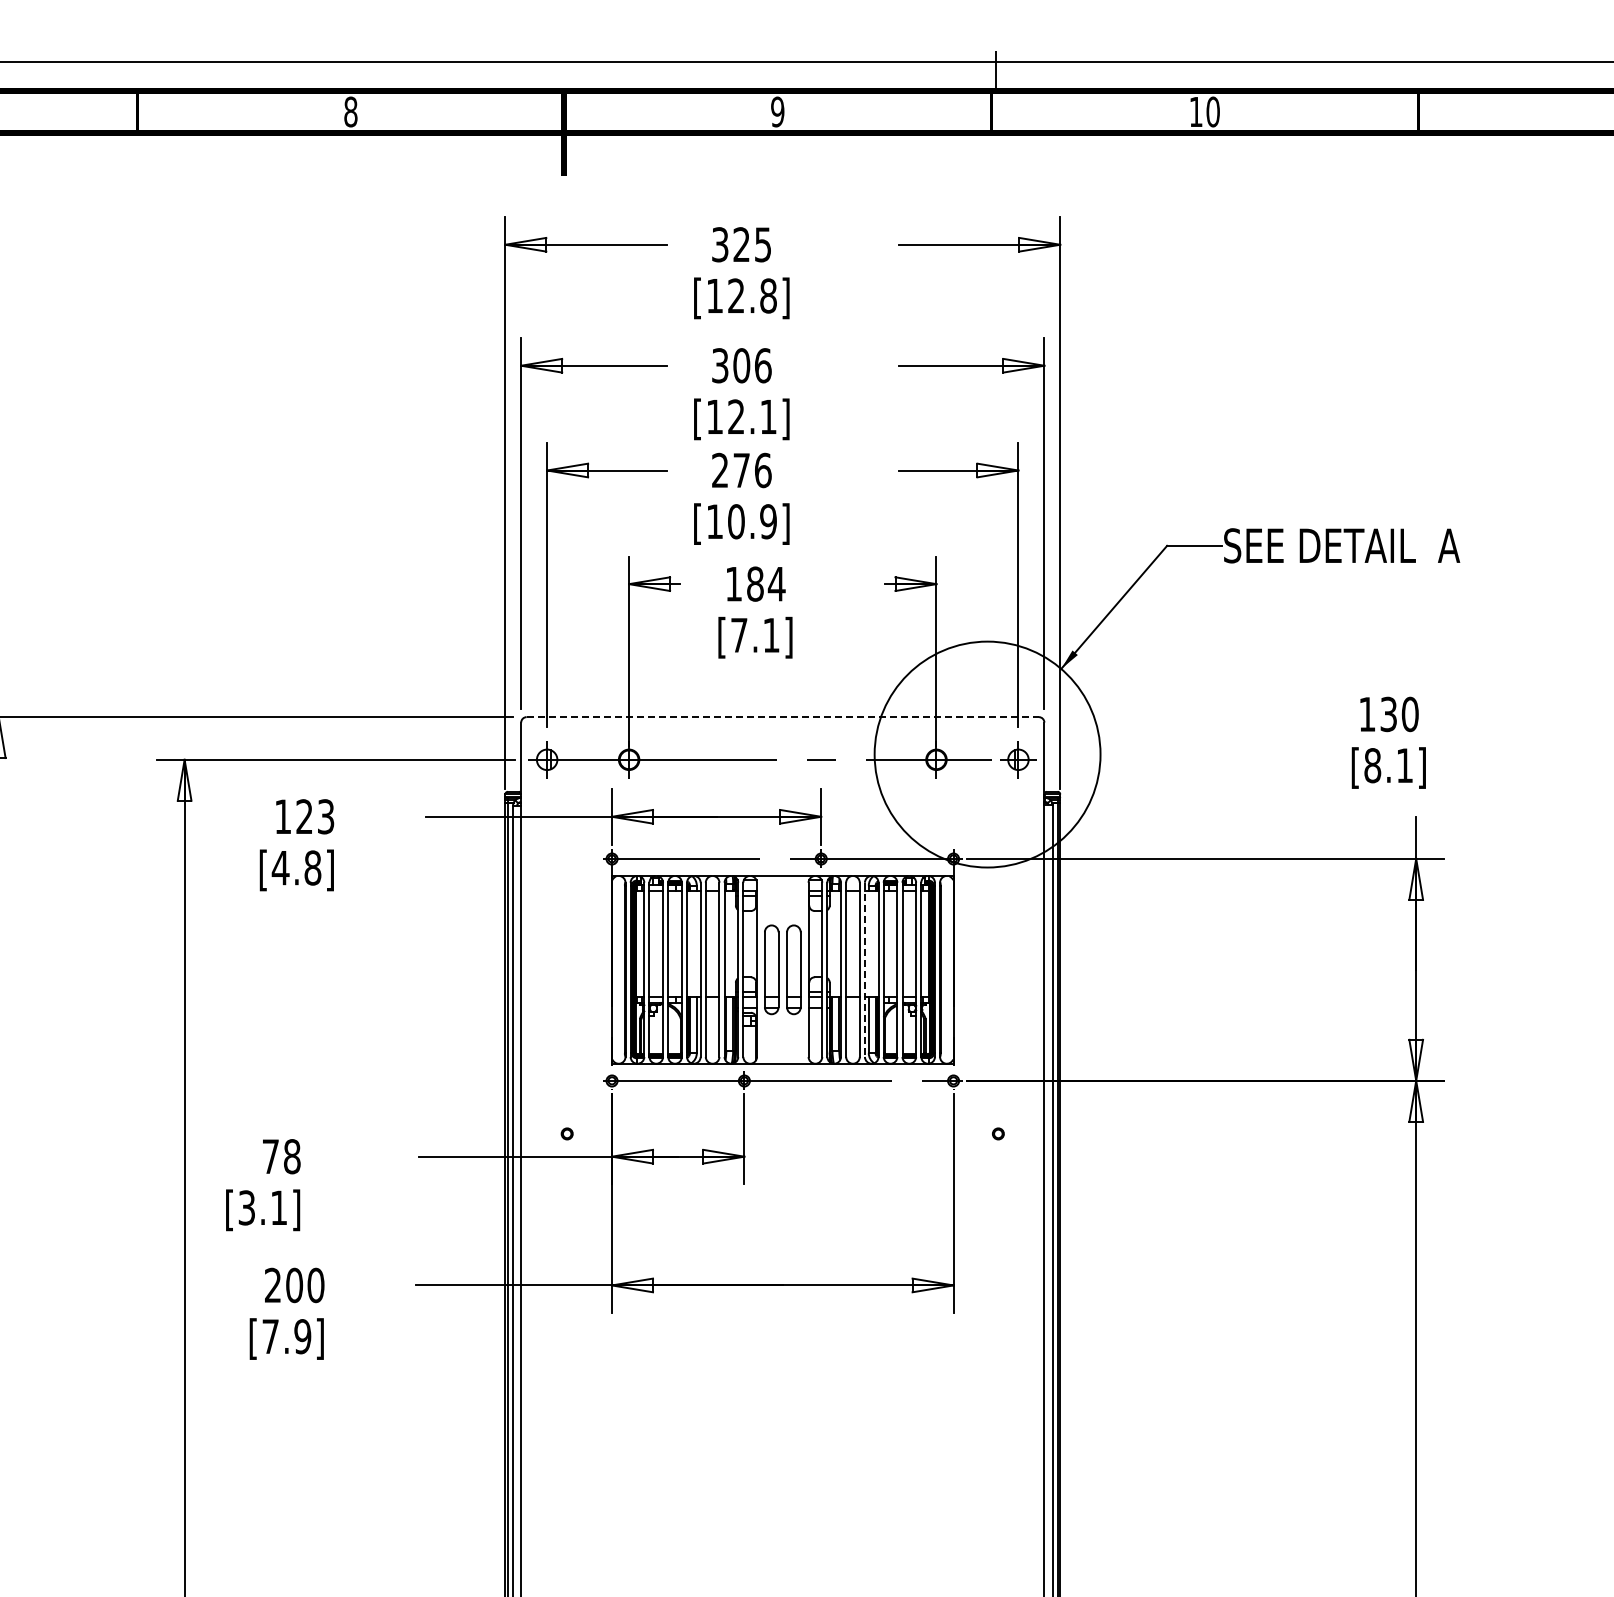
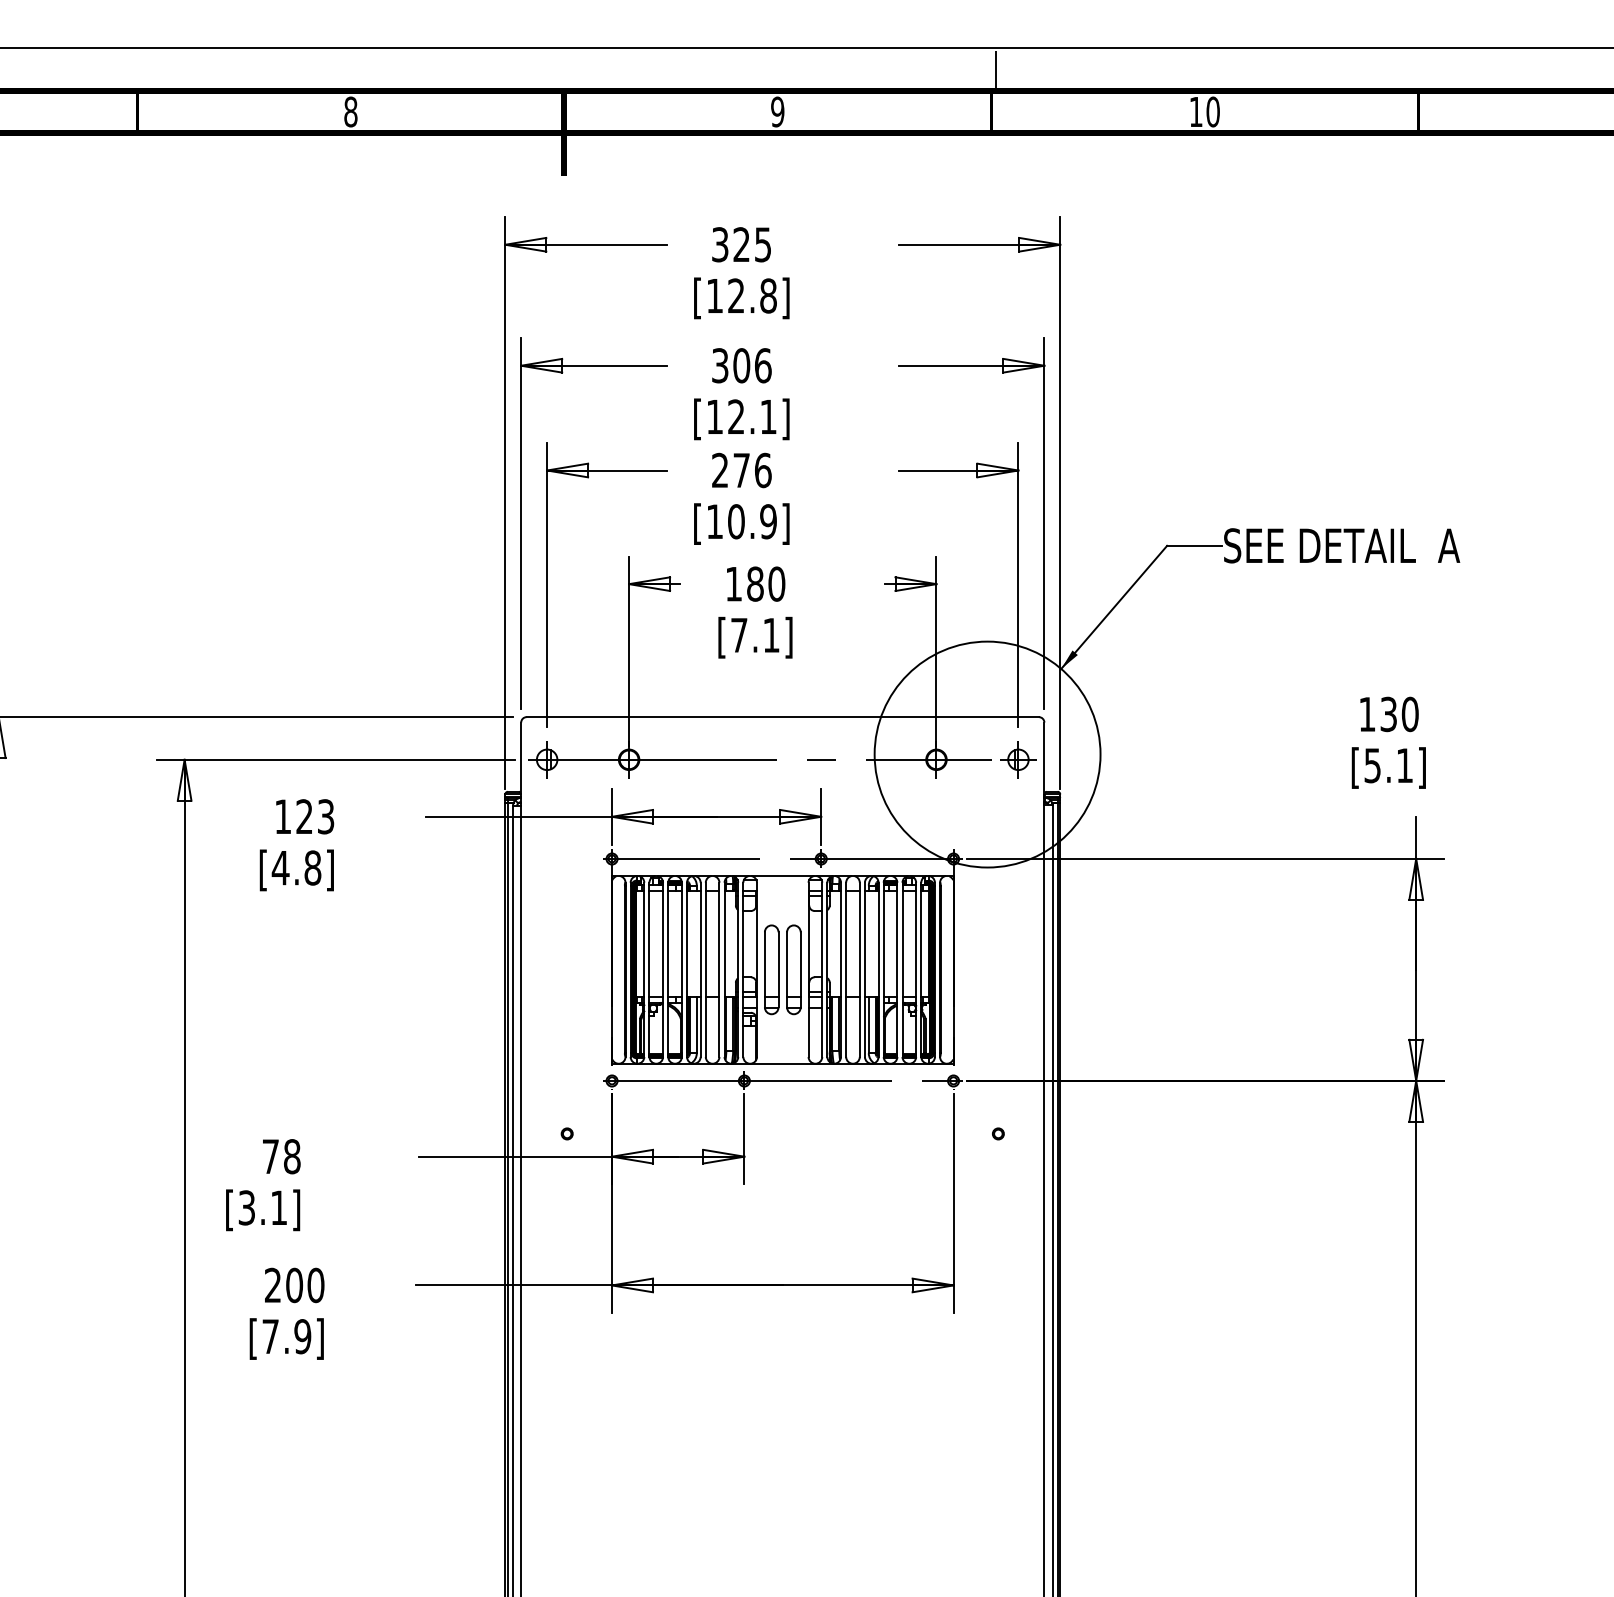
line at (806, 61) position: (806, 61) -> (806, 47)
text at (776, 583): 184 -> 180
line at (783, 717): dashed -> solid
text at (1372, 765): [8.1] -> [5.1]
line at (864, 970): dashed -> solid
